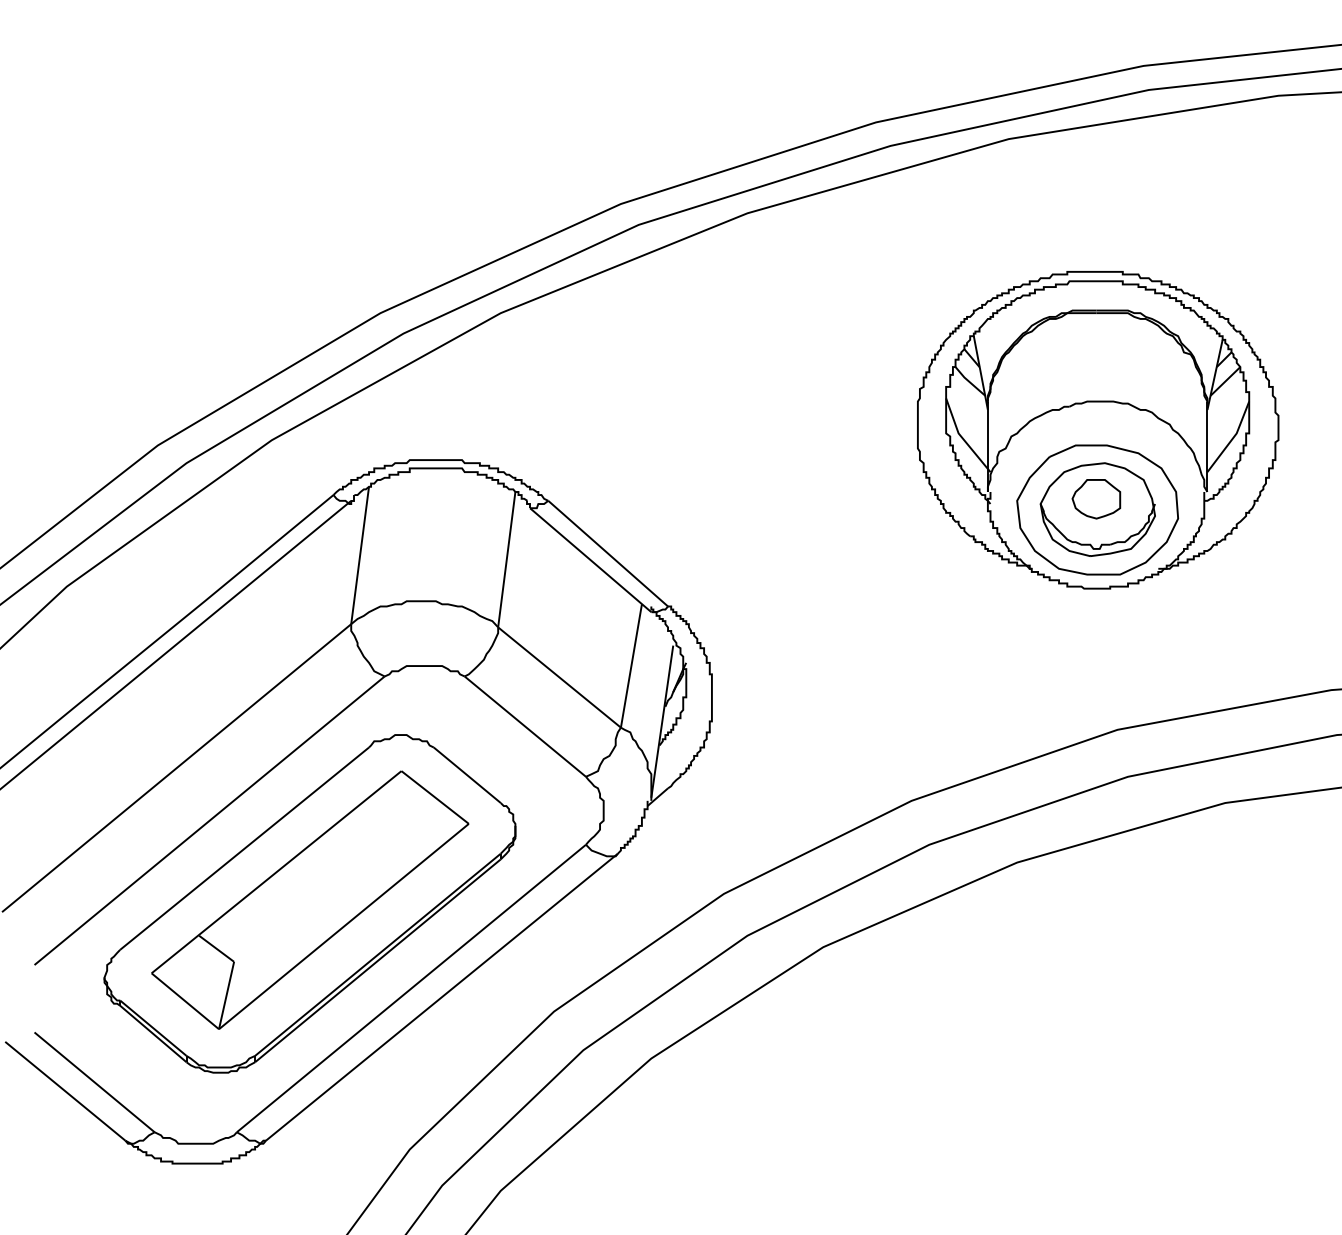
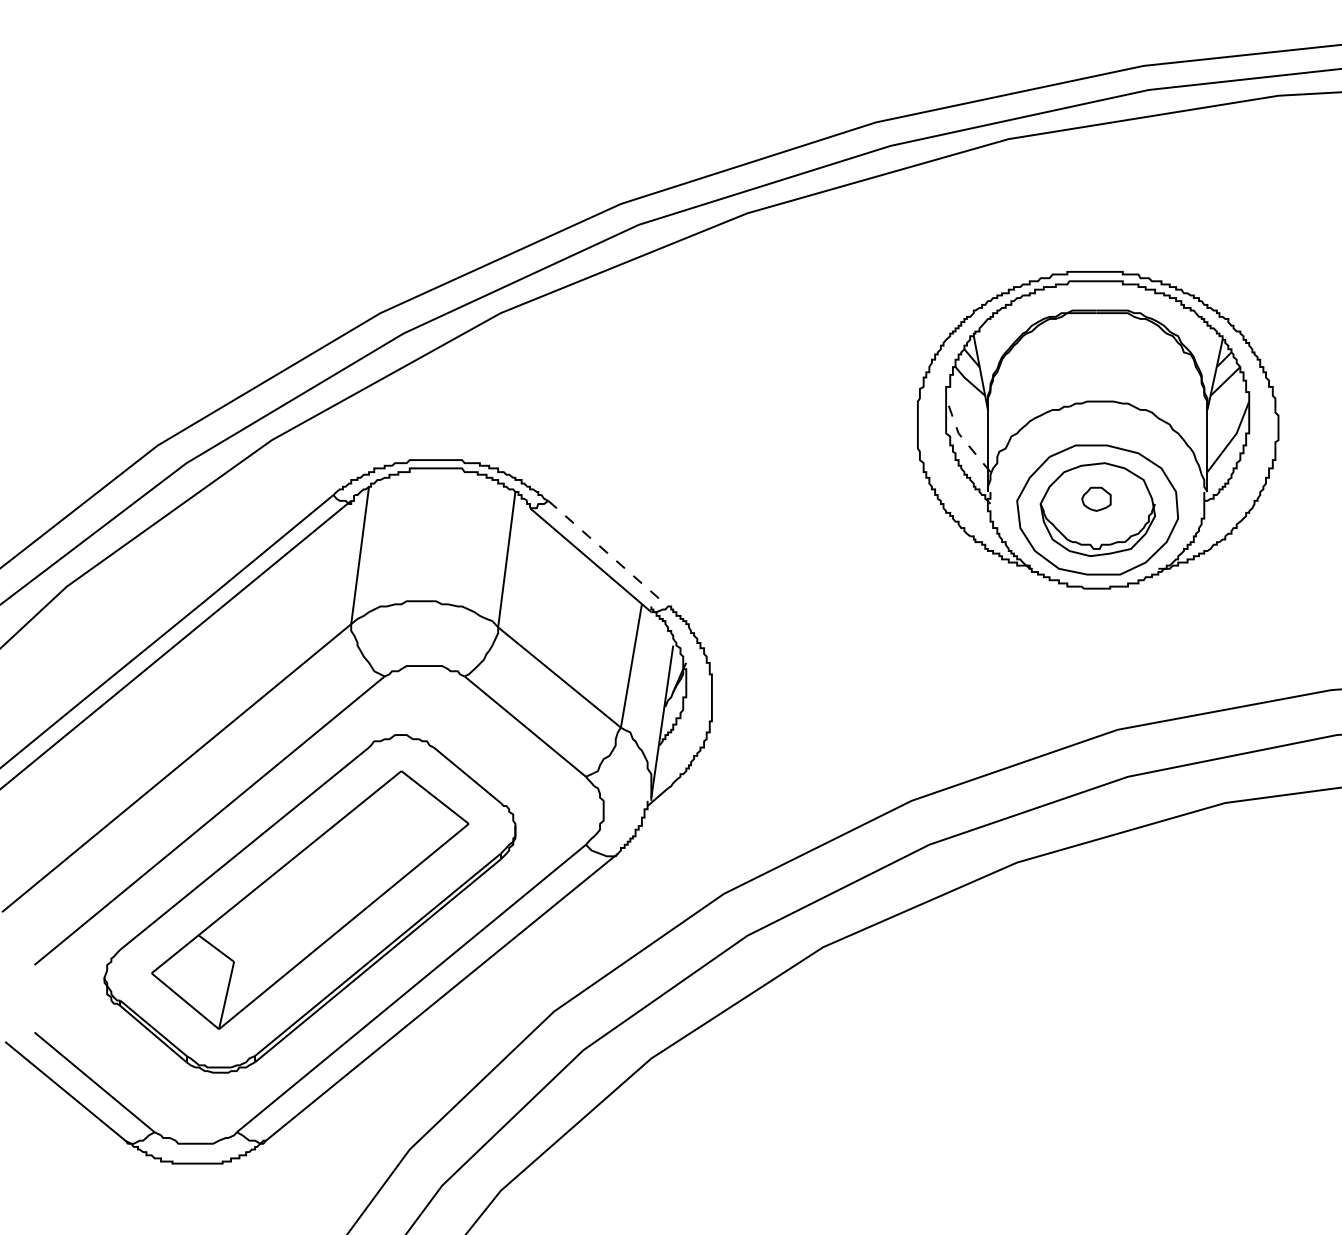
line at (962, 437): solid -> dashed
part at (1096, 499) size: 51x41 px -> 31x26 px
line at (608, 553): solid -> dashed
